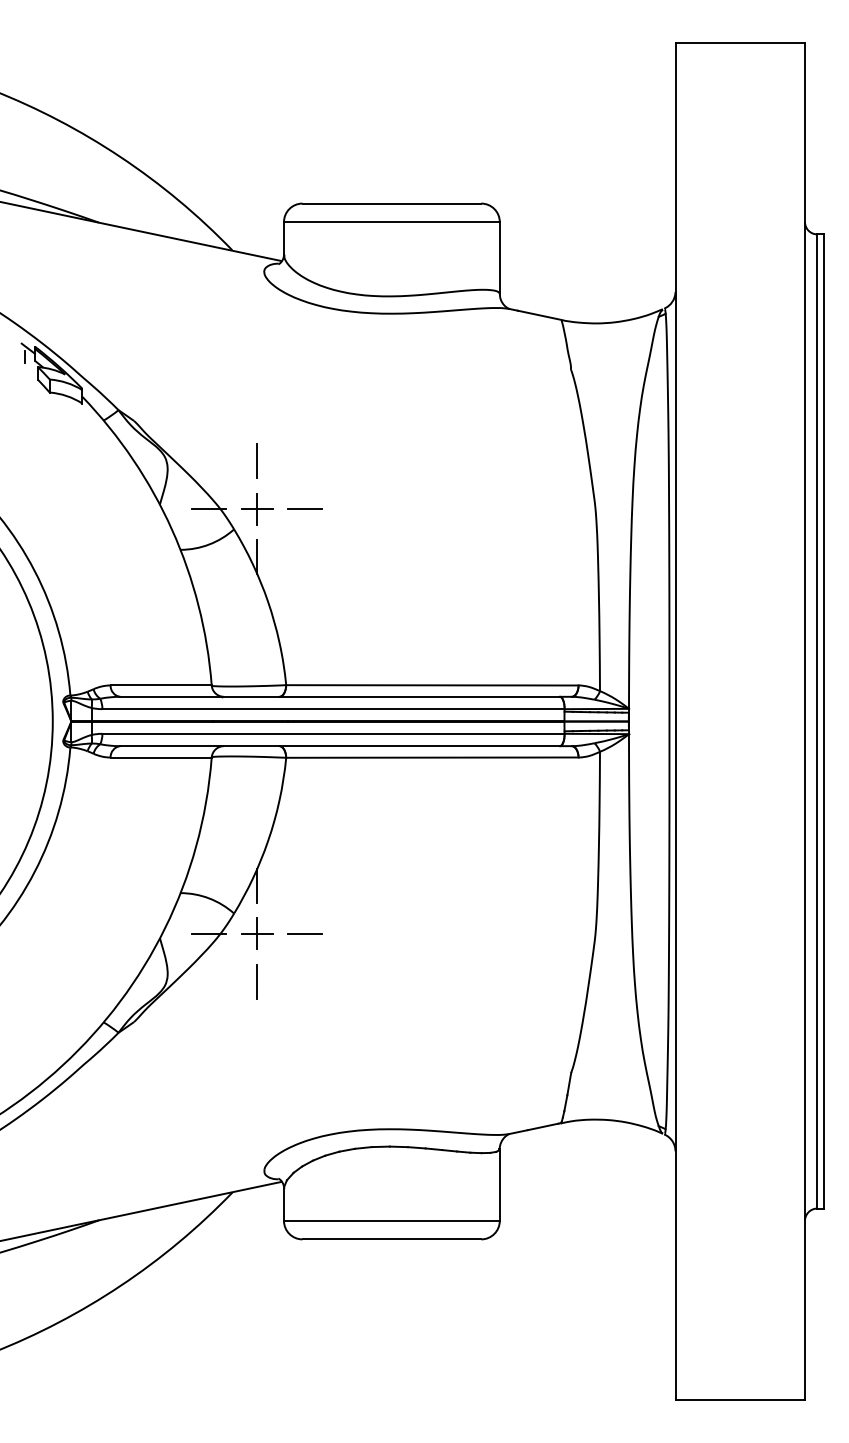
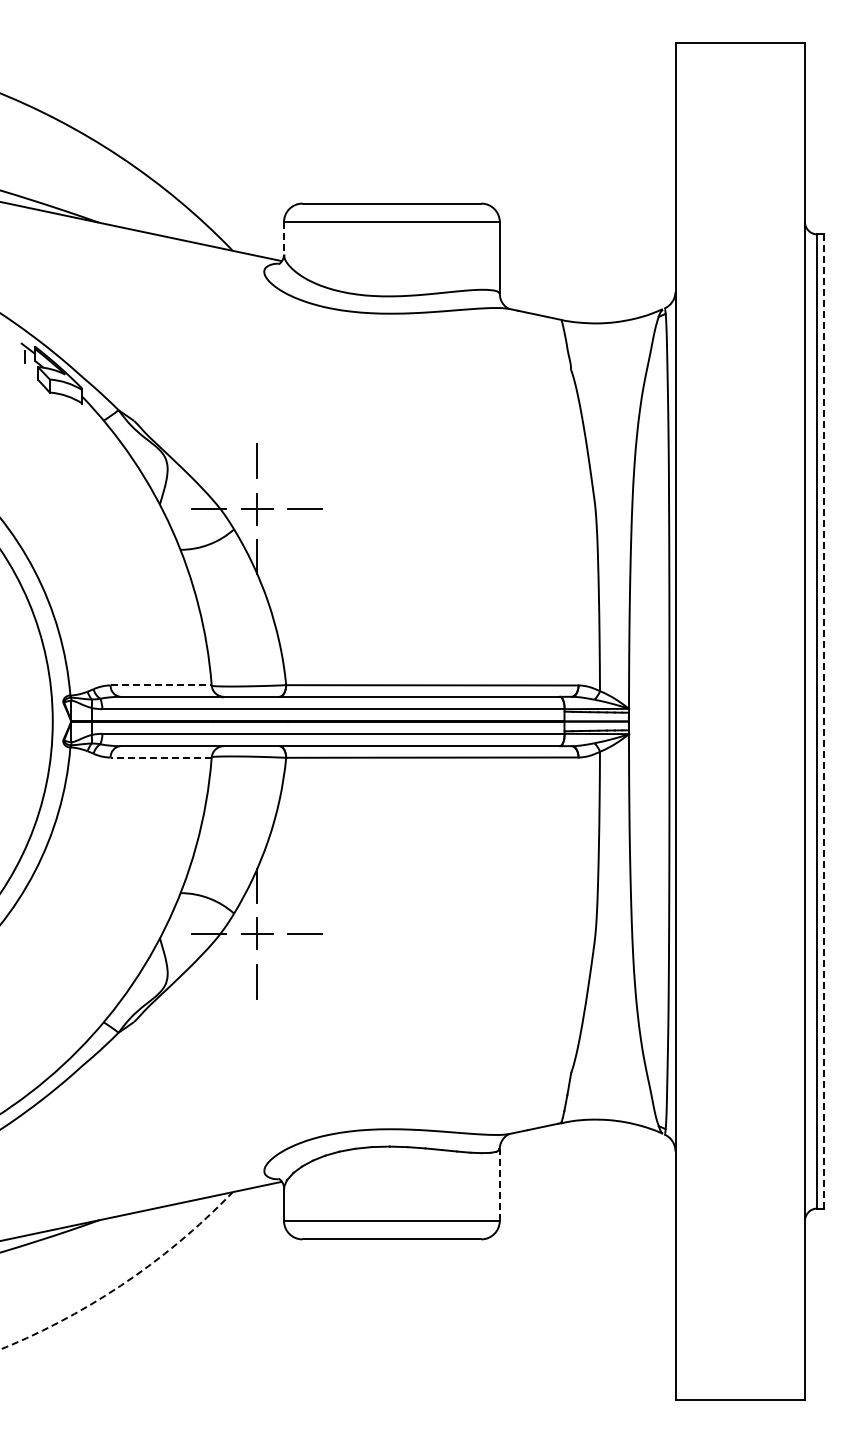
line at (284, 238): solid -> dashed
line at (161, 685): solid -> dashed
line at (823, 721): solid -> dashed
line at (161, 757): solid -> dashed
line at (499, 1185): solid -> dashed
arc at (123, 1283): solid -> dashed
